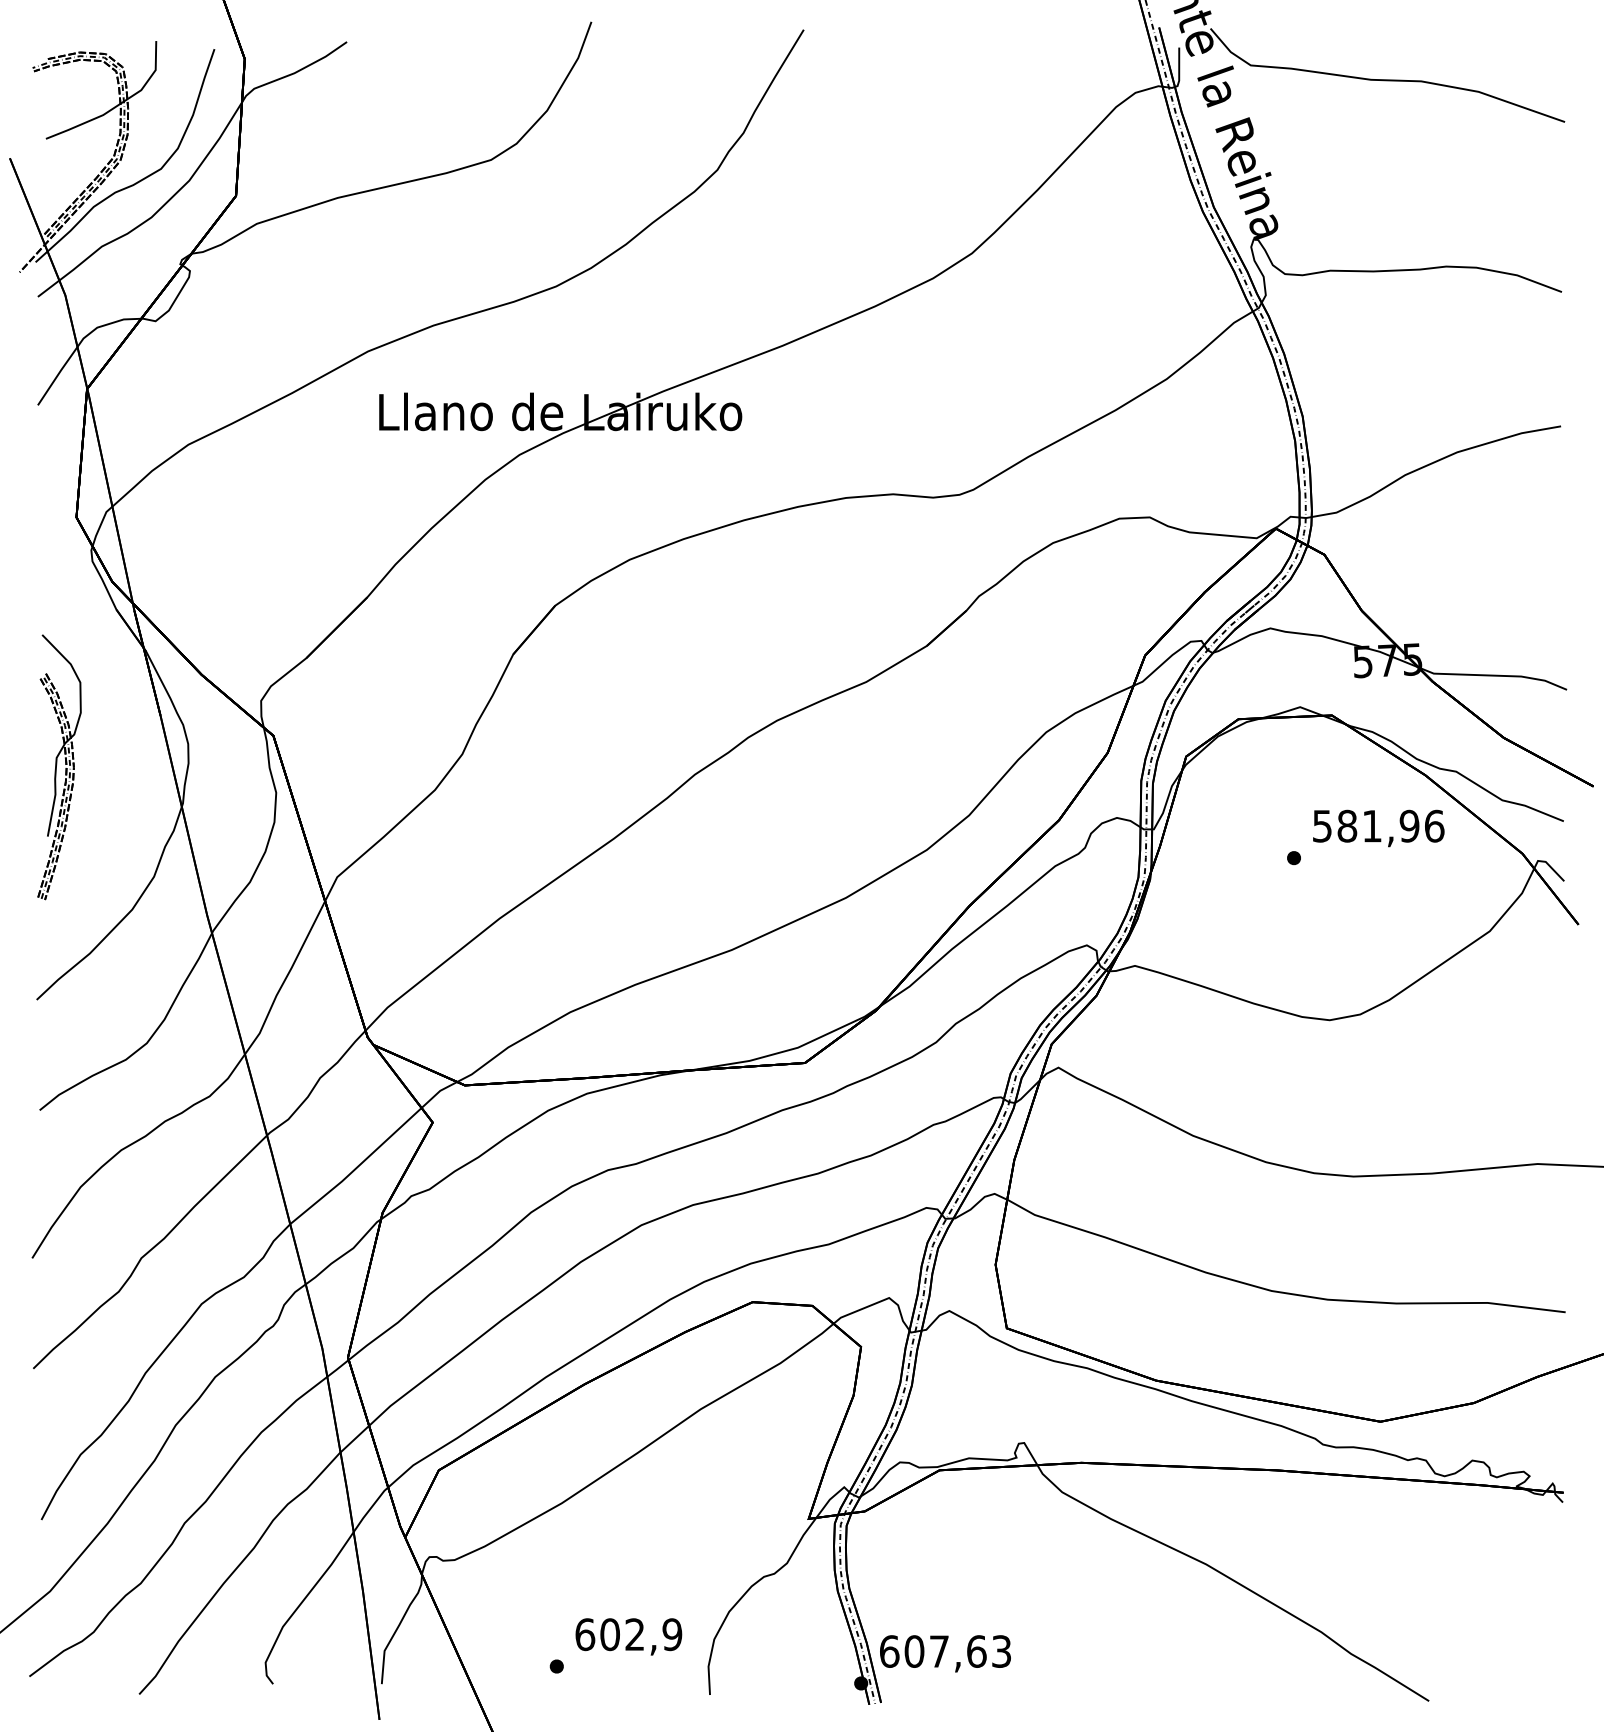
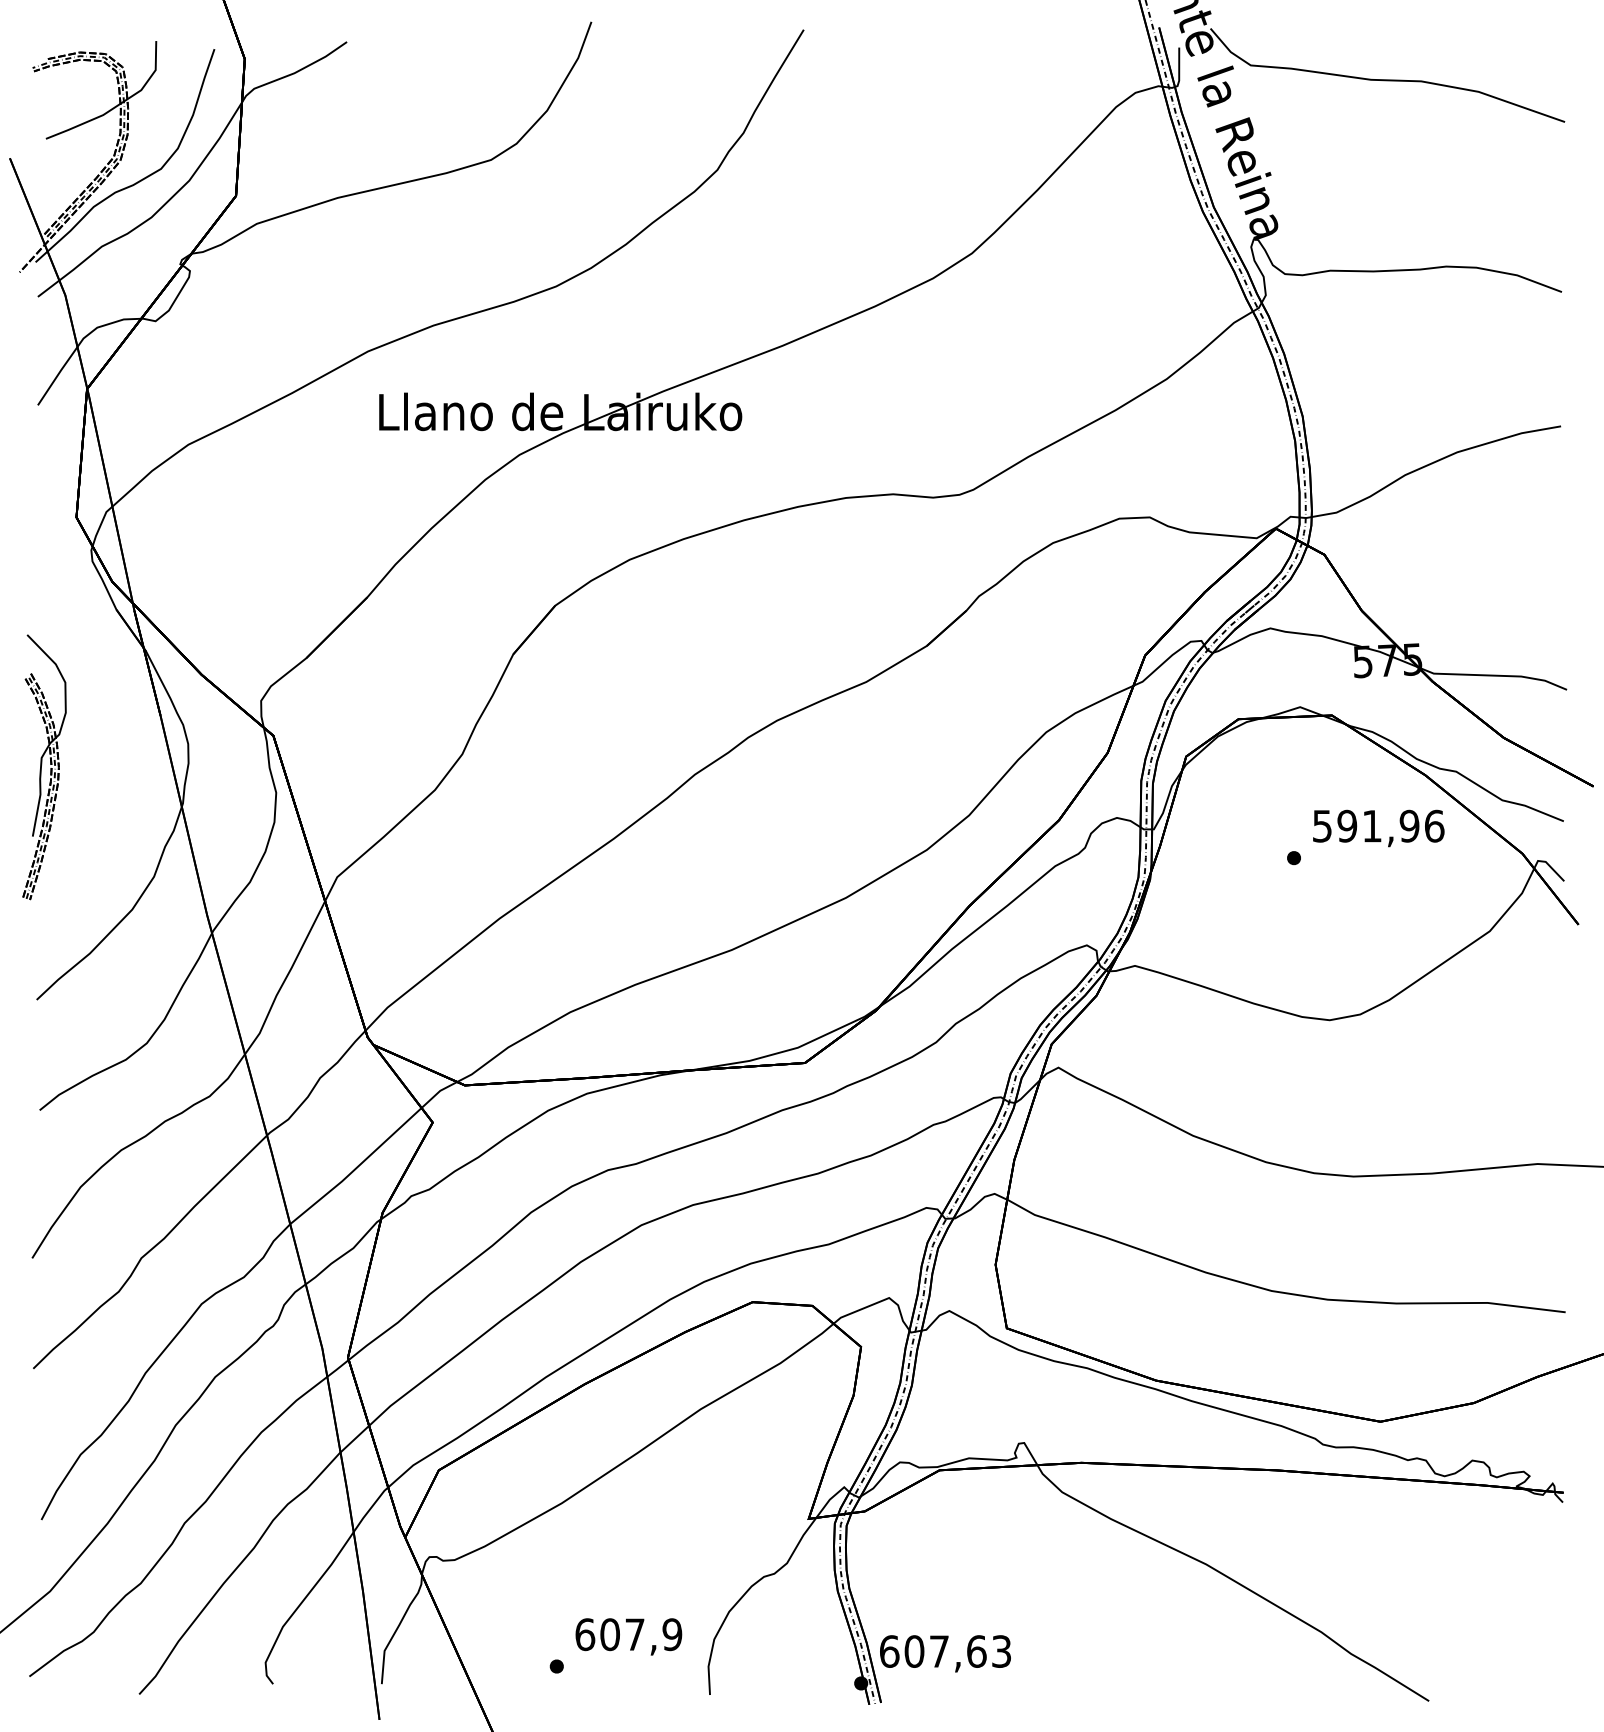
part at (59, 767) position: (59, 767) -> (44, 767)
text at (1347, 826): 581,96 -> 591,96
text at (634, 1634): 602,9 -> 607,9
